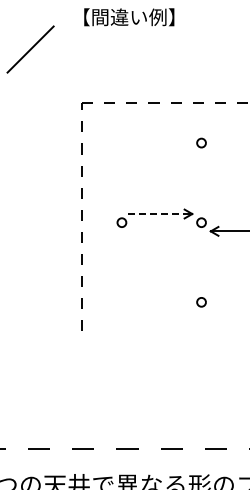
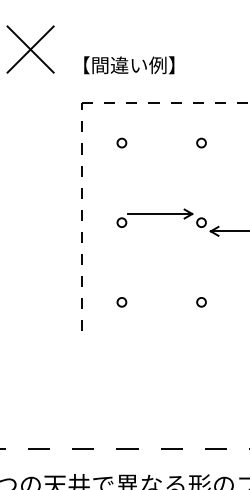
text at (129, 17) position: (129, 17) -> (129, 65)
line at (30, 49): none -> present
circle at (121, 142): none -> present
line at (160, 214): dashed -> solid
circle at (121, 302): none -> present
